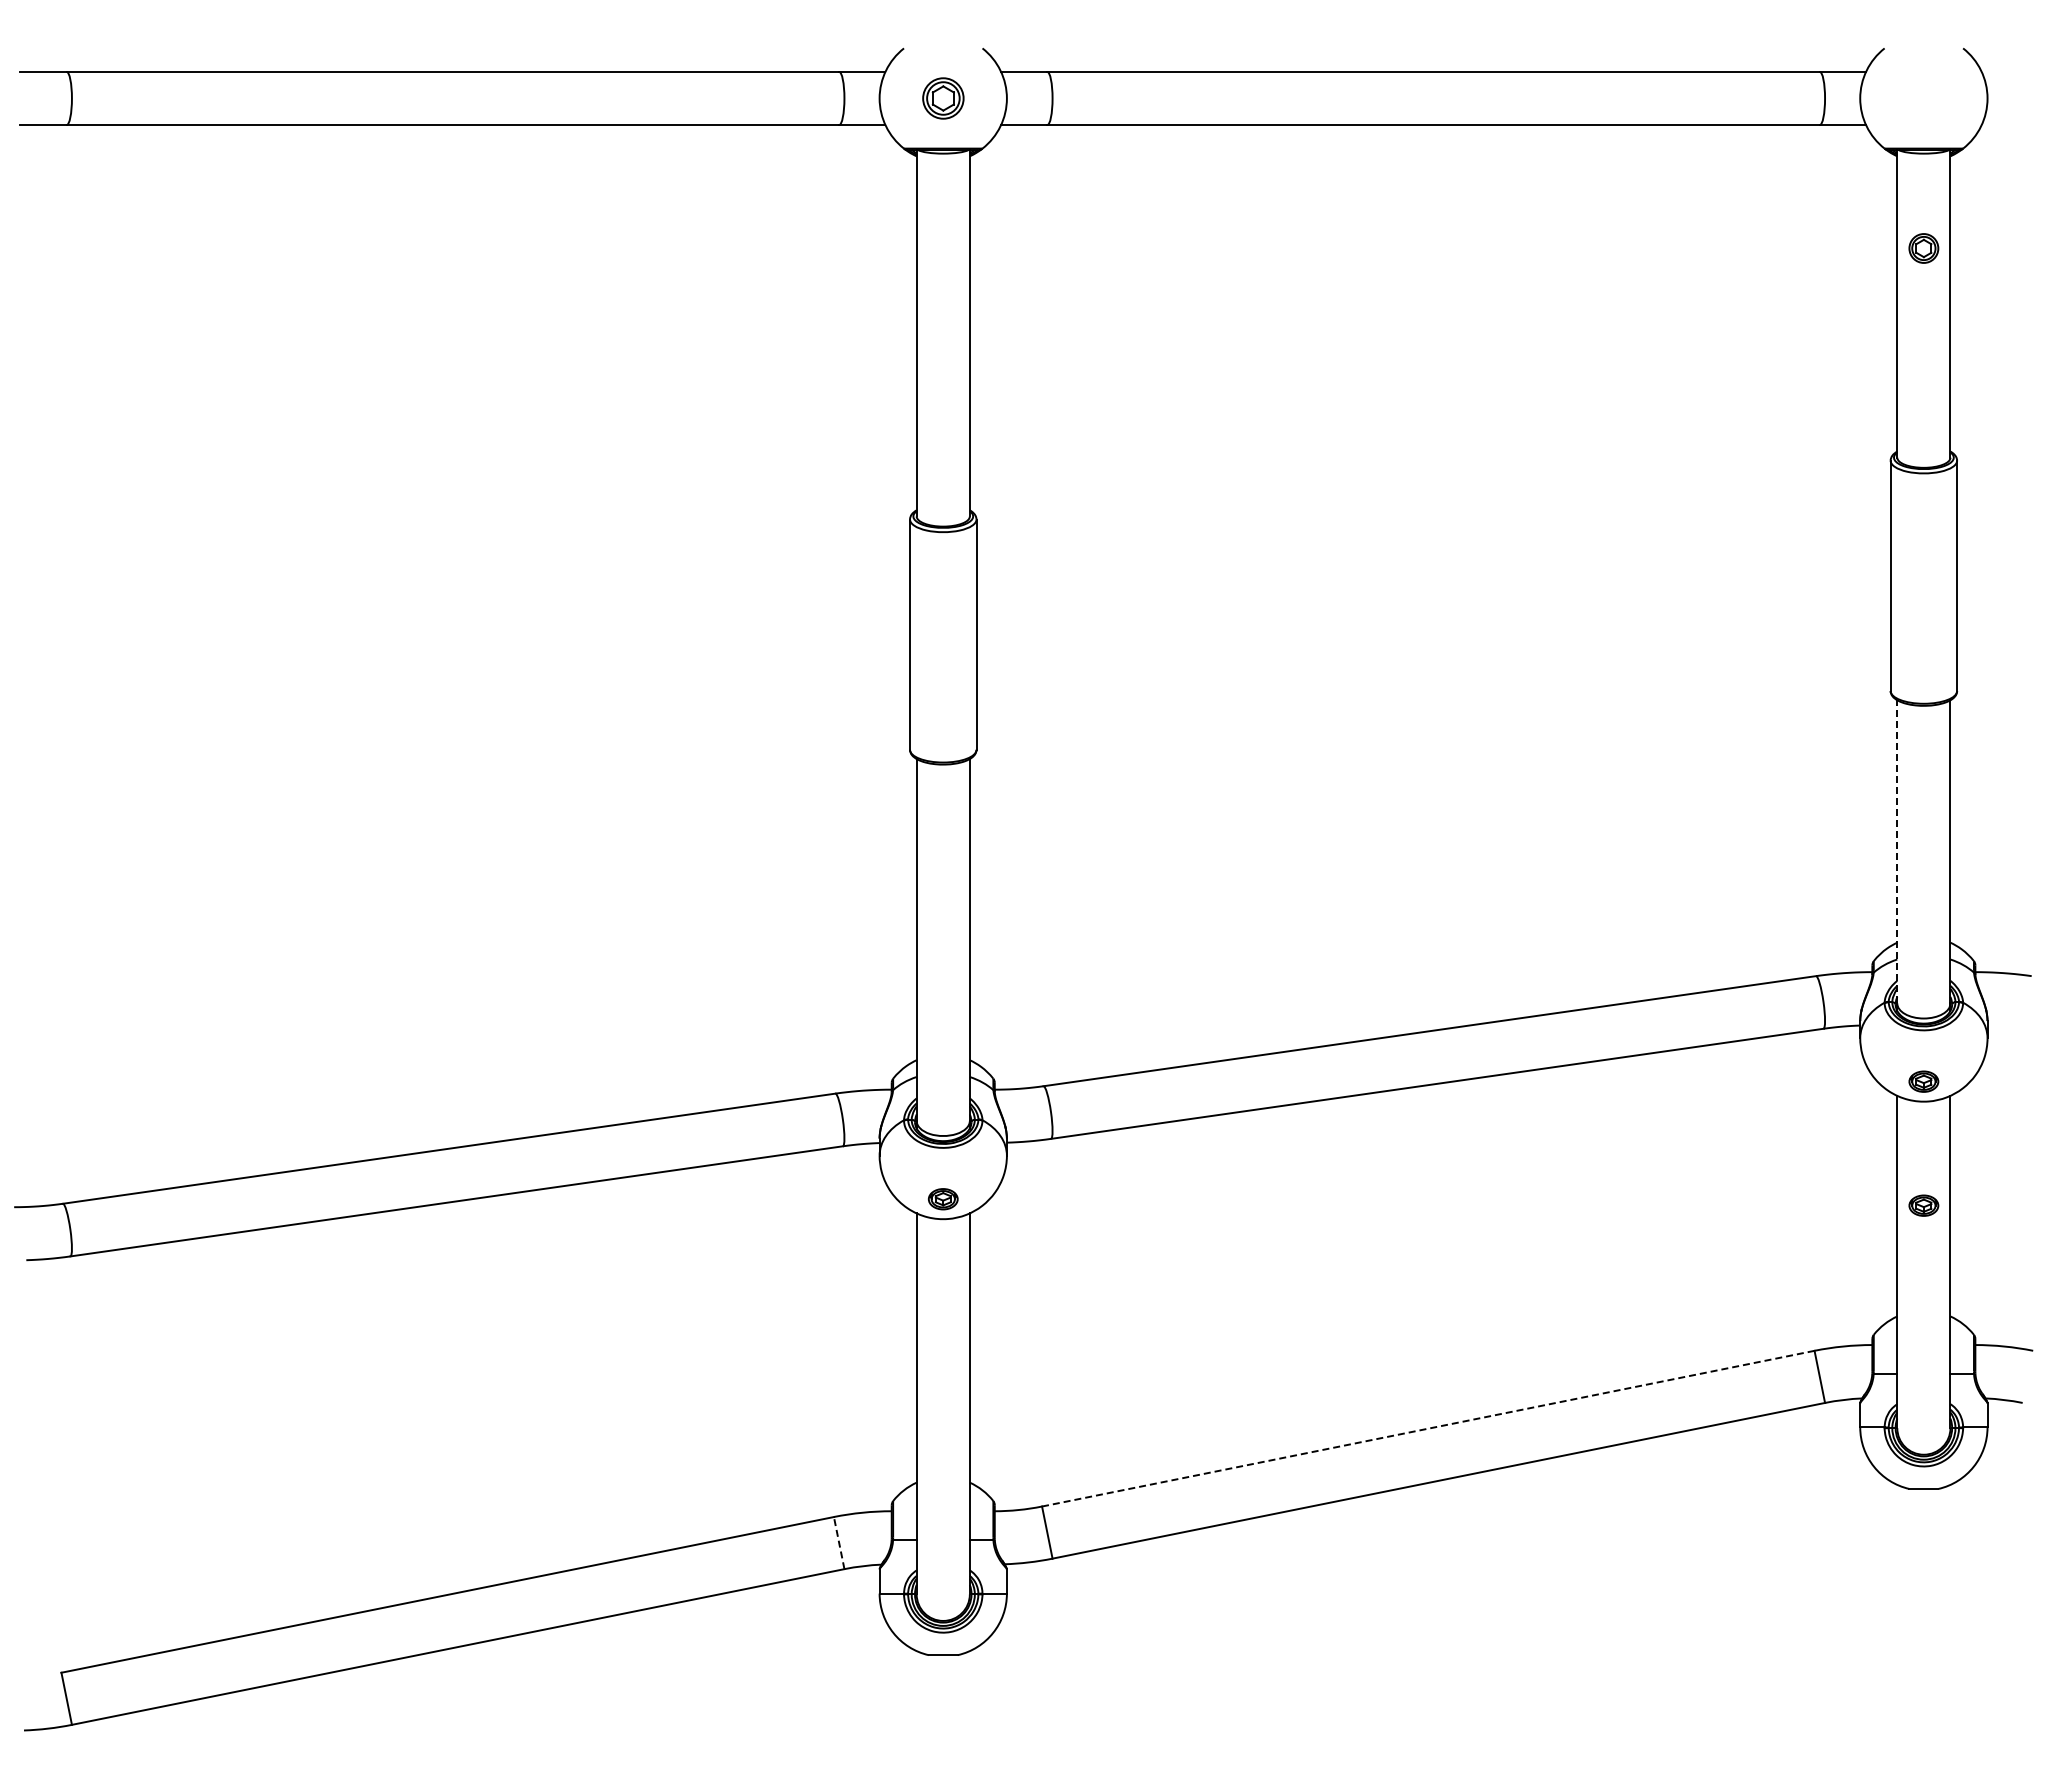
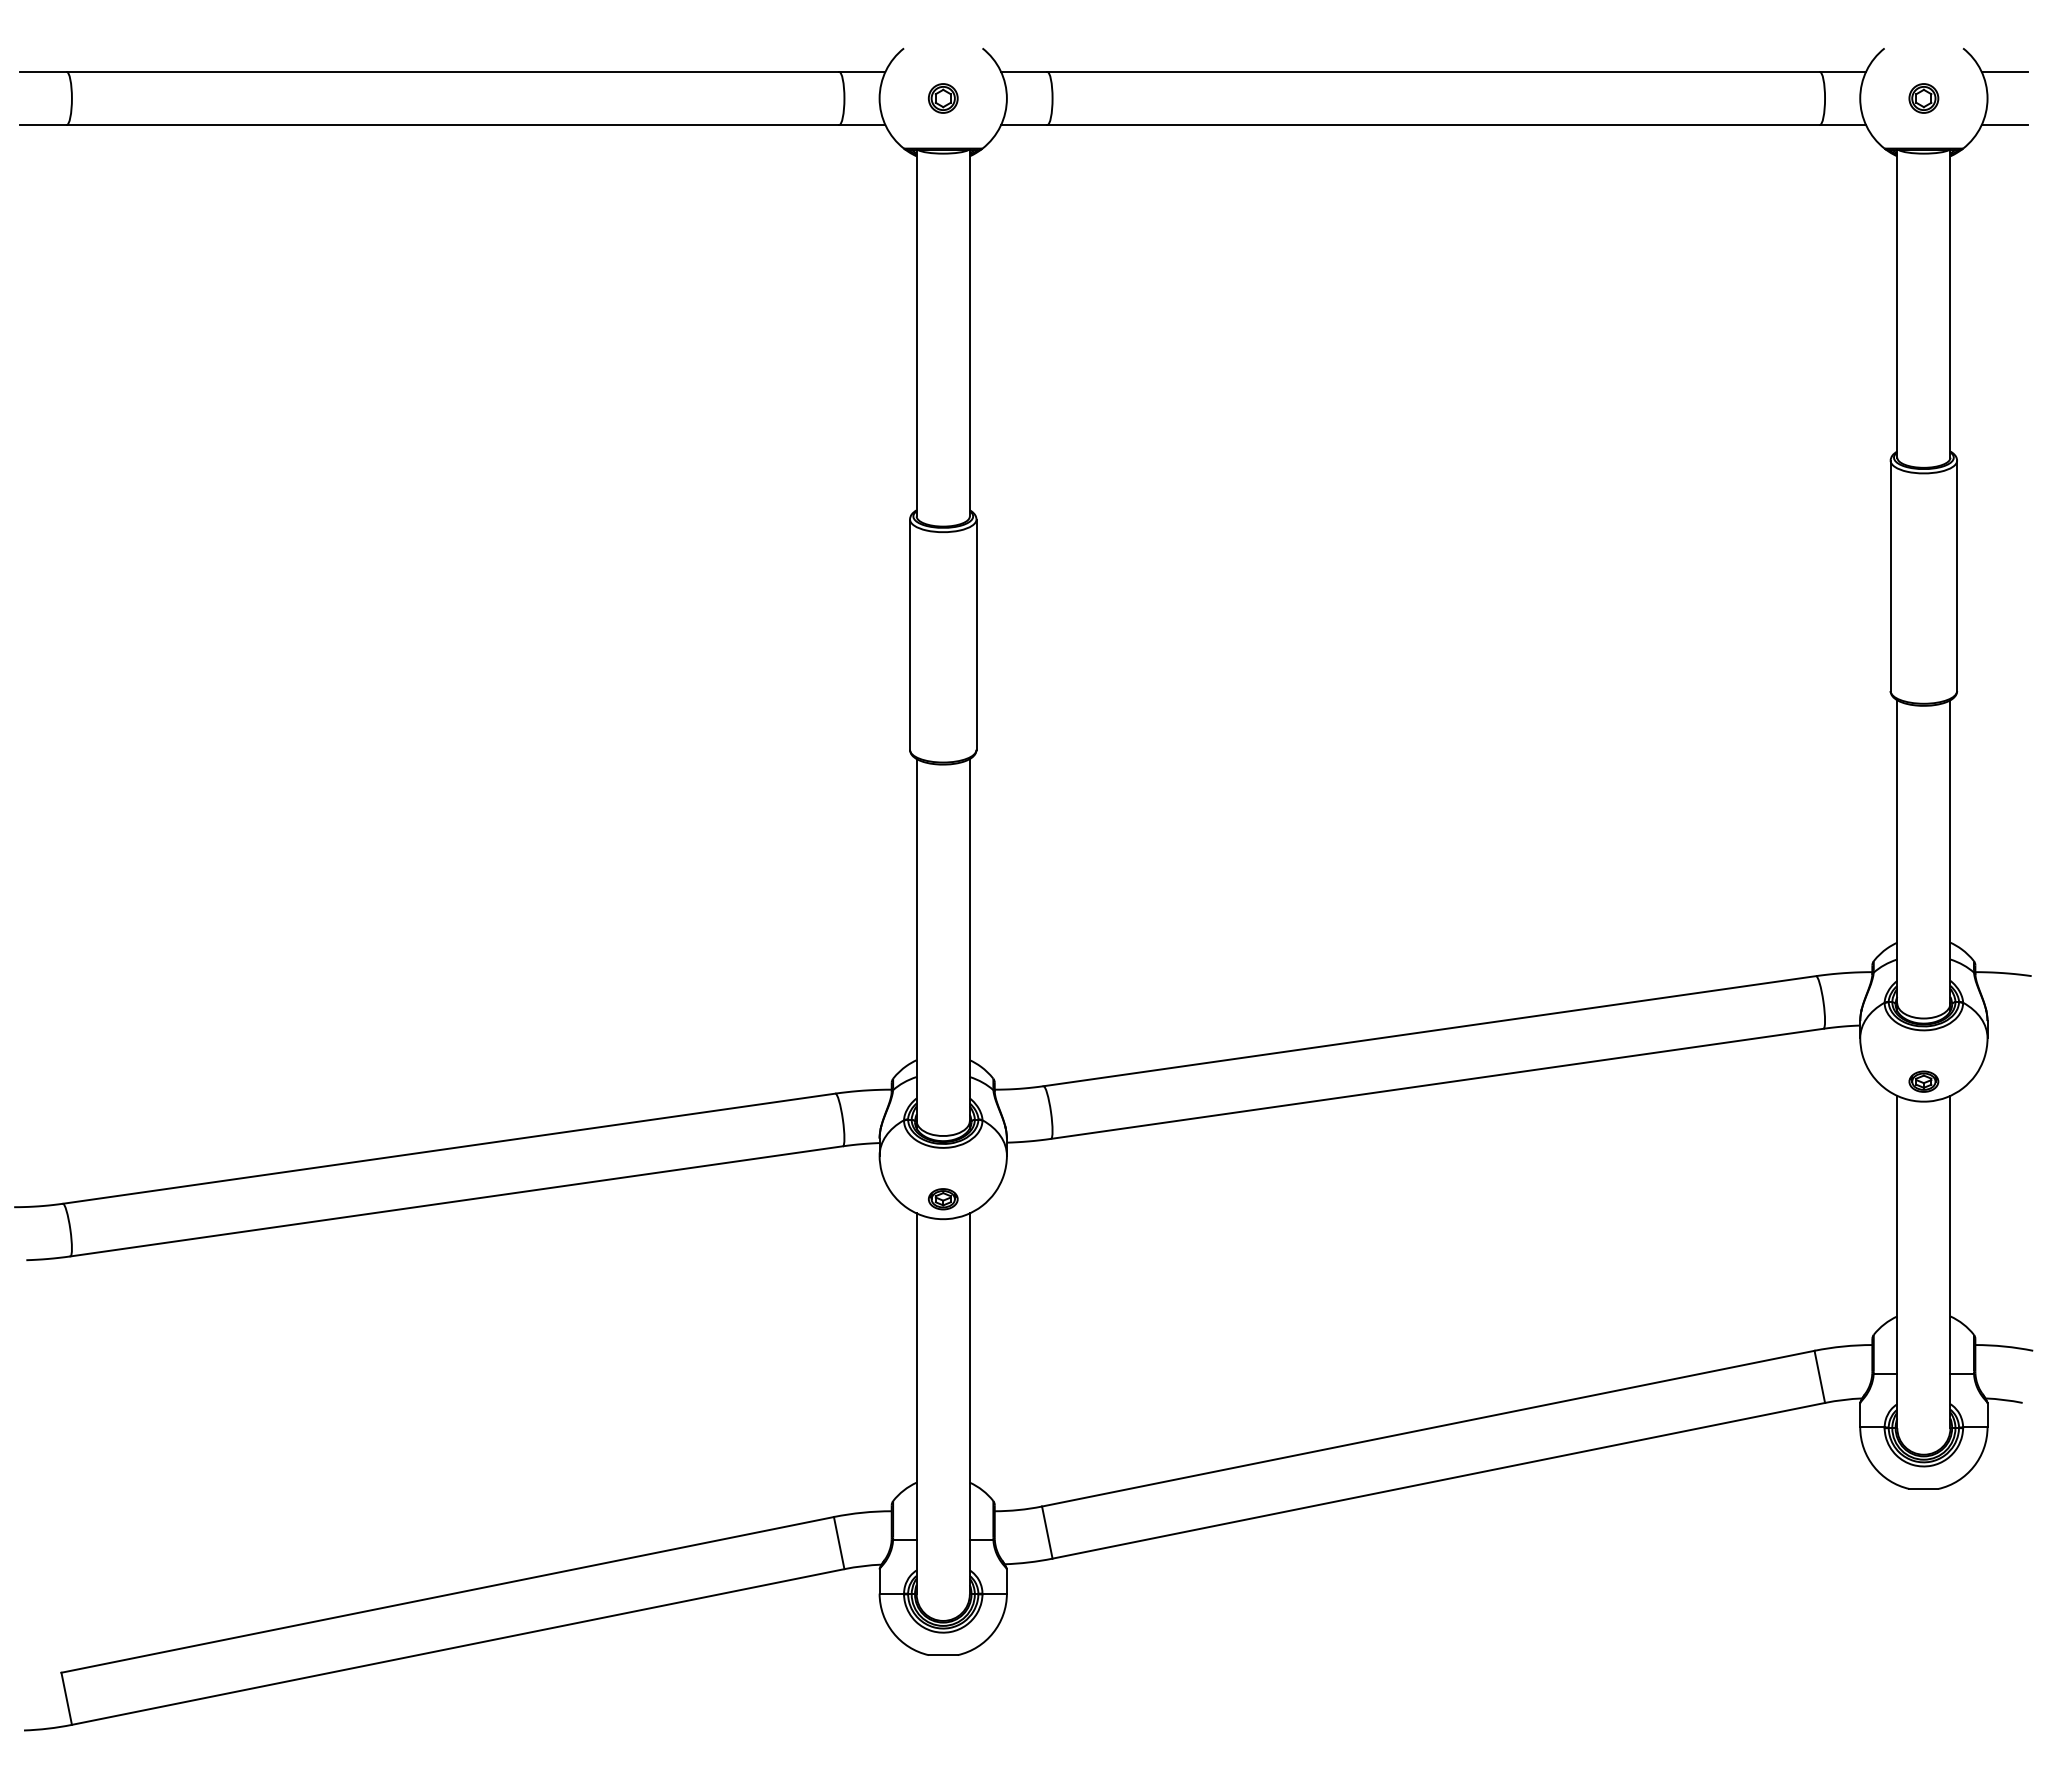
line at (2004, 71): none -> present
part at (943, 98) size: 43x43 px -> 32x31 px
line at (2004, 125): none -> present
part at (1923, 248) position: (1923, 248) -> (1923, 98)
line at (1897, 851): dashed -> solid
part at (1923, 1205): present -> none
line at (1428, 1428): dashed -> solid
line at (839, 1543): dashed -> solid
